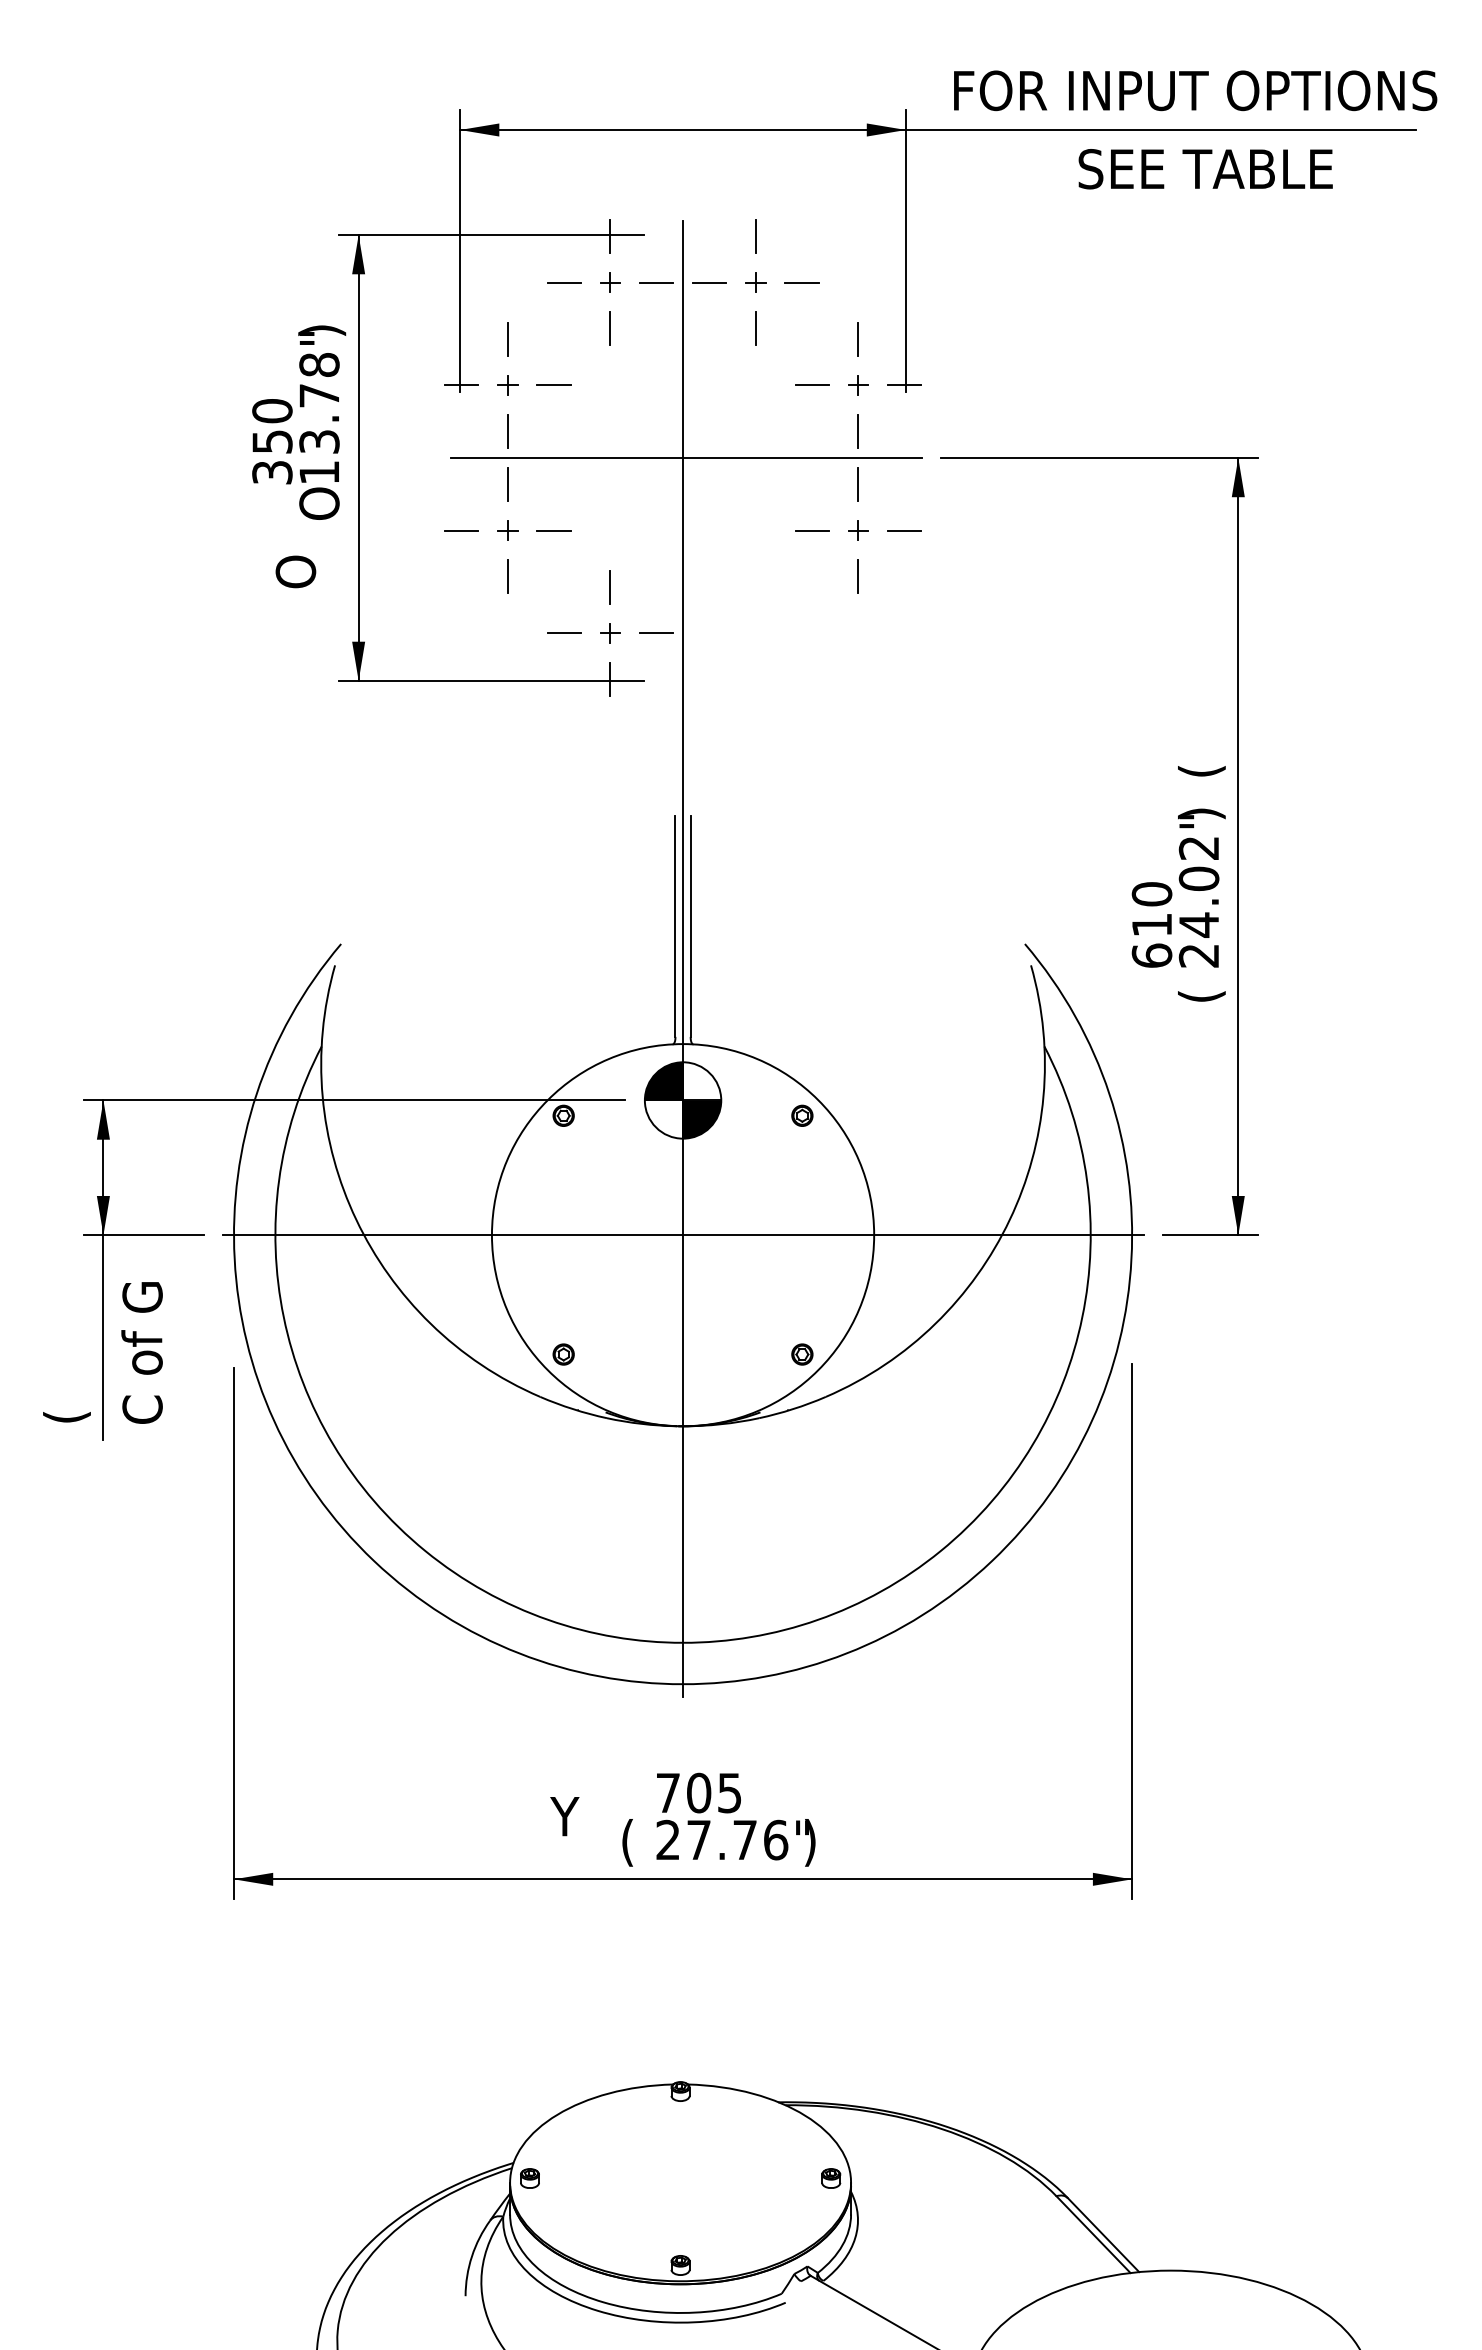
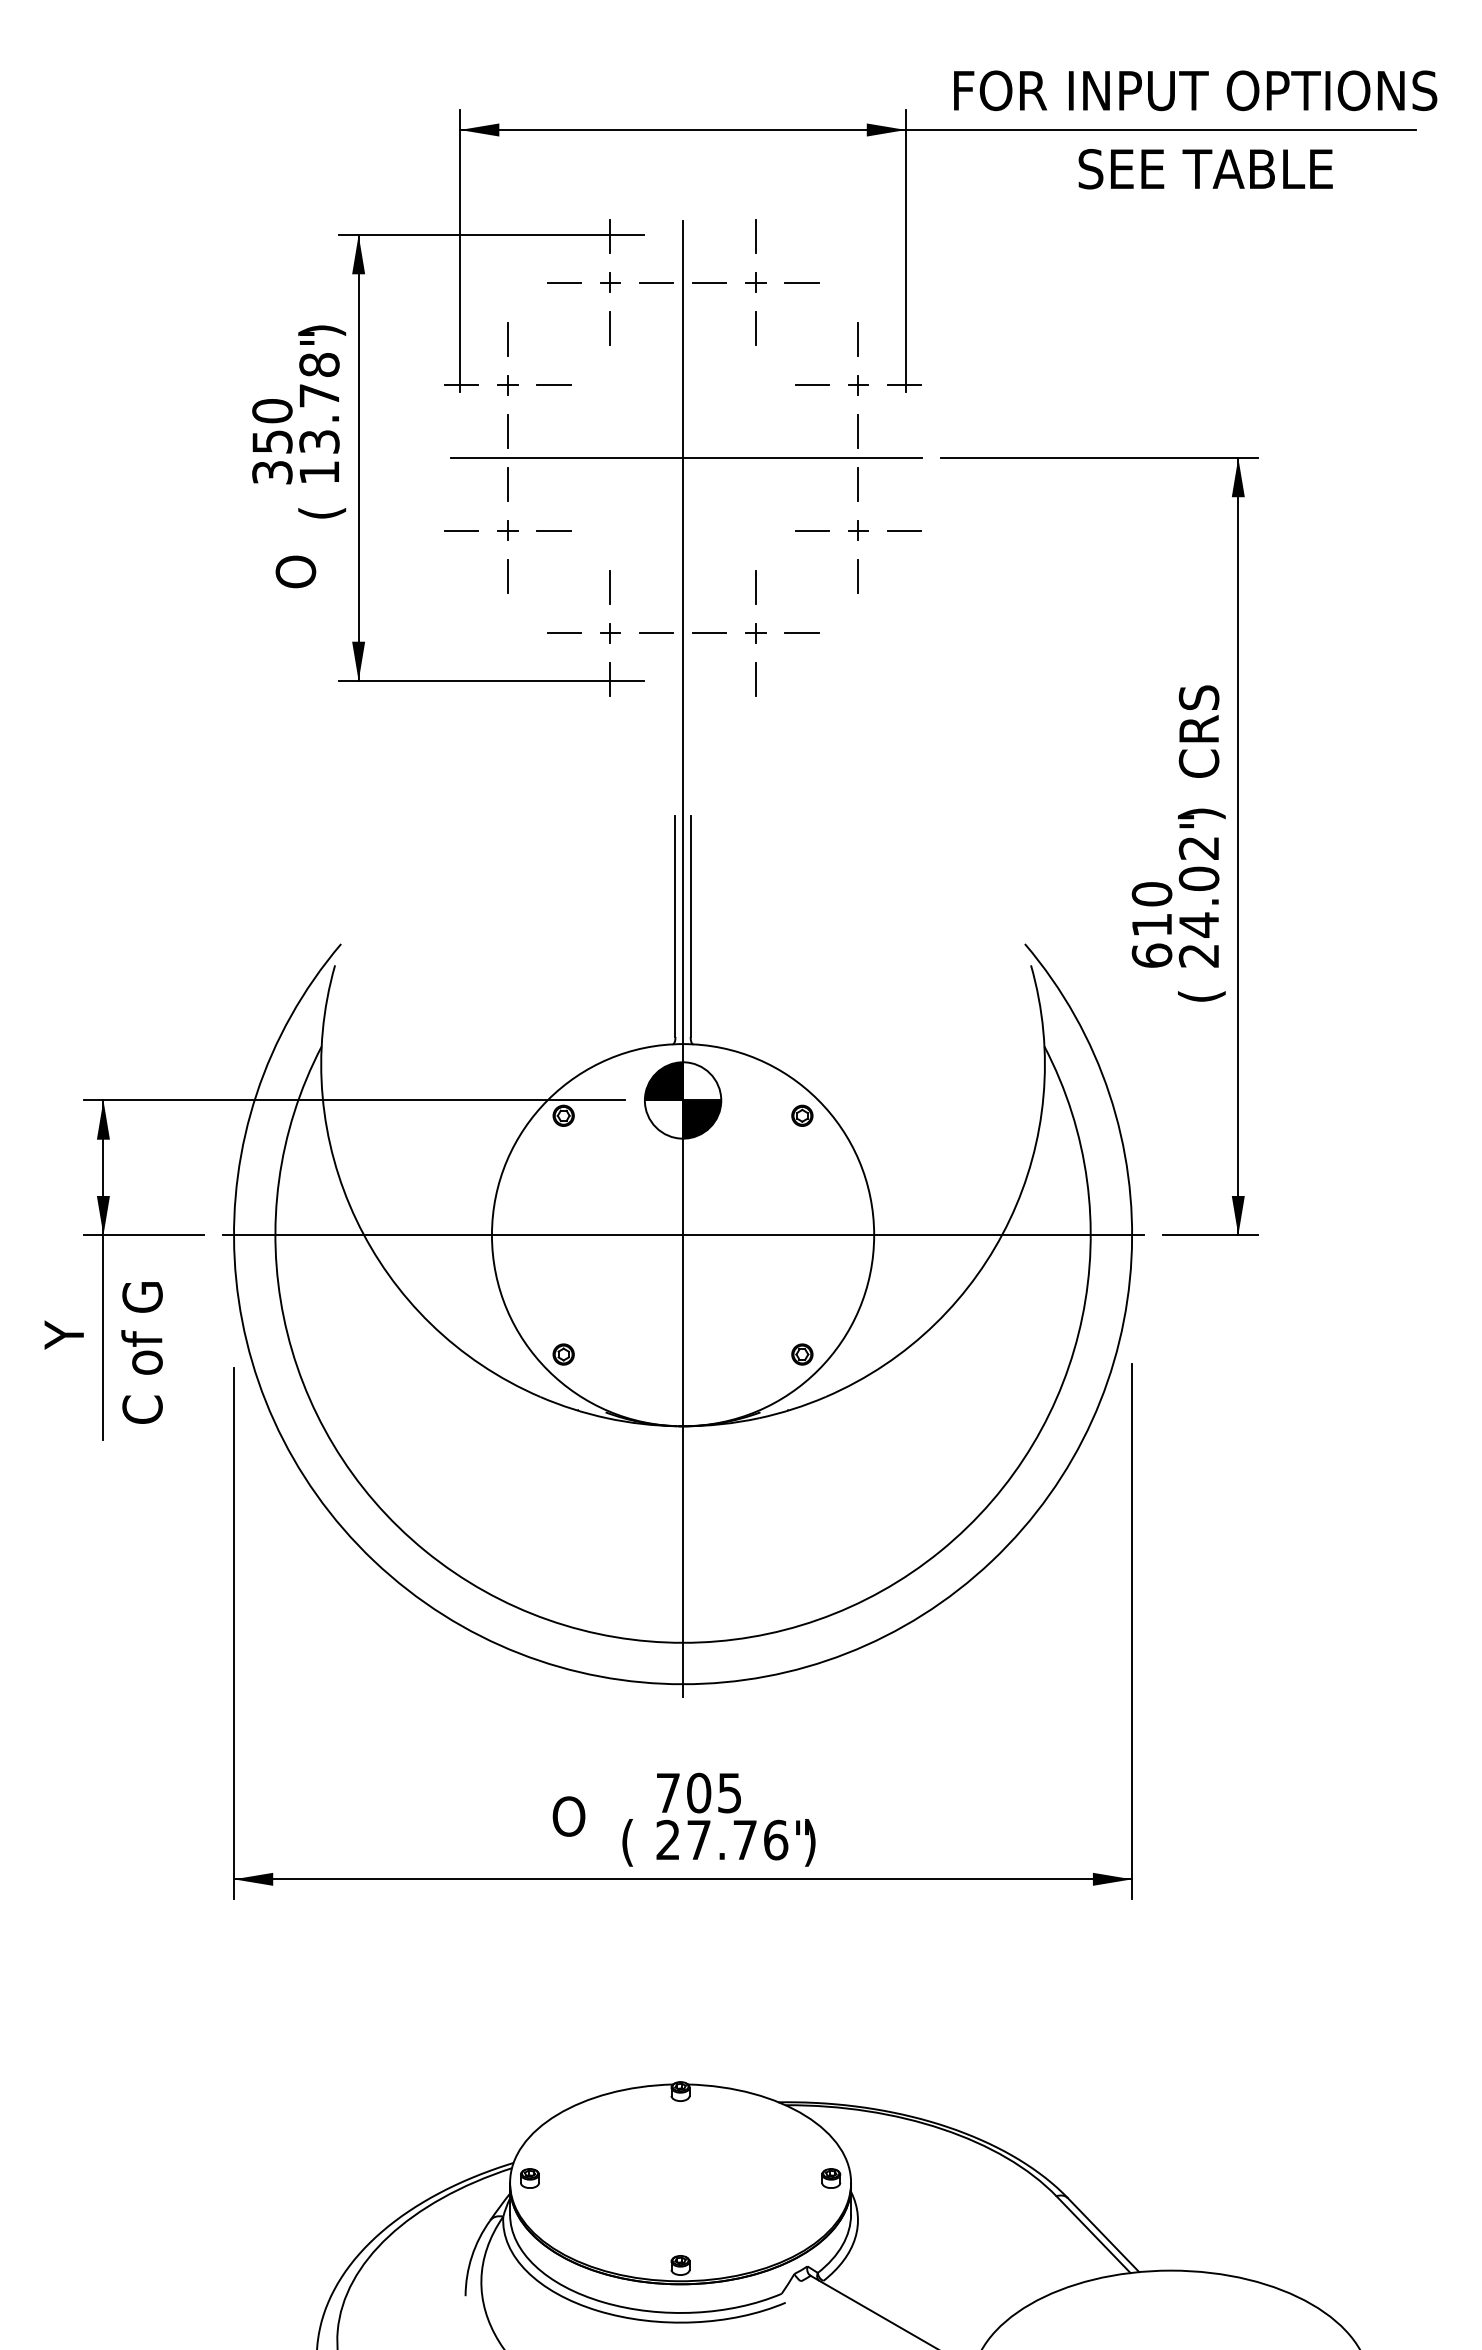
text at (322, 503): O -> (
part at (755, 633): none -> present
text at (1201, 731): ( -> CRS
text at (66, 1371): ( -> Y
text at (567, 1816): Y -> O
